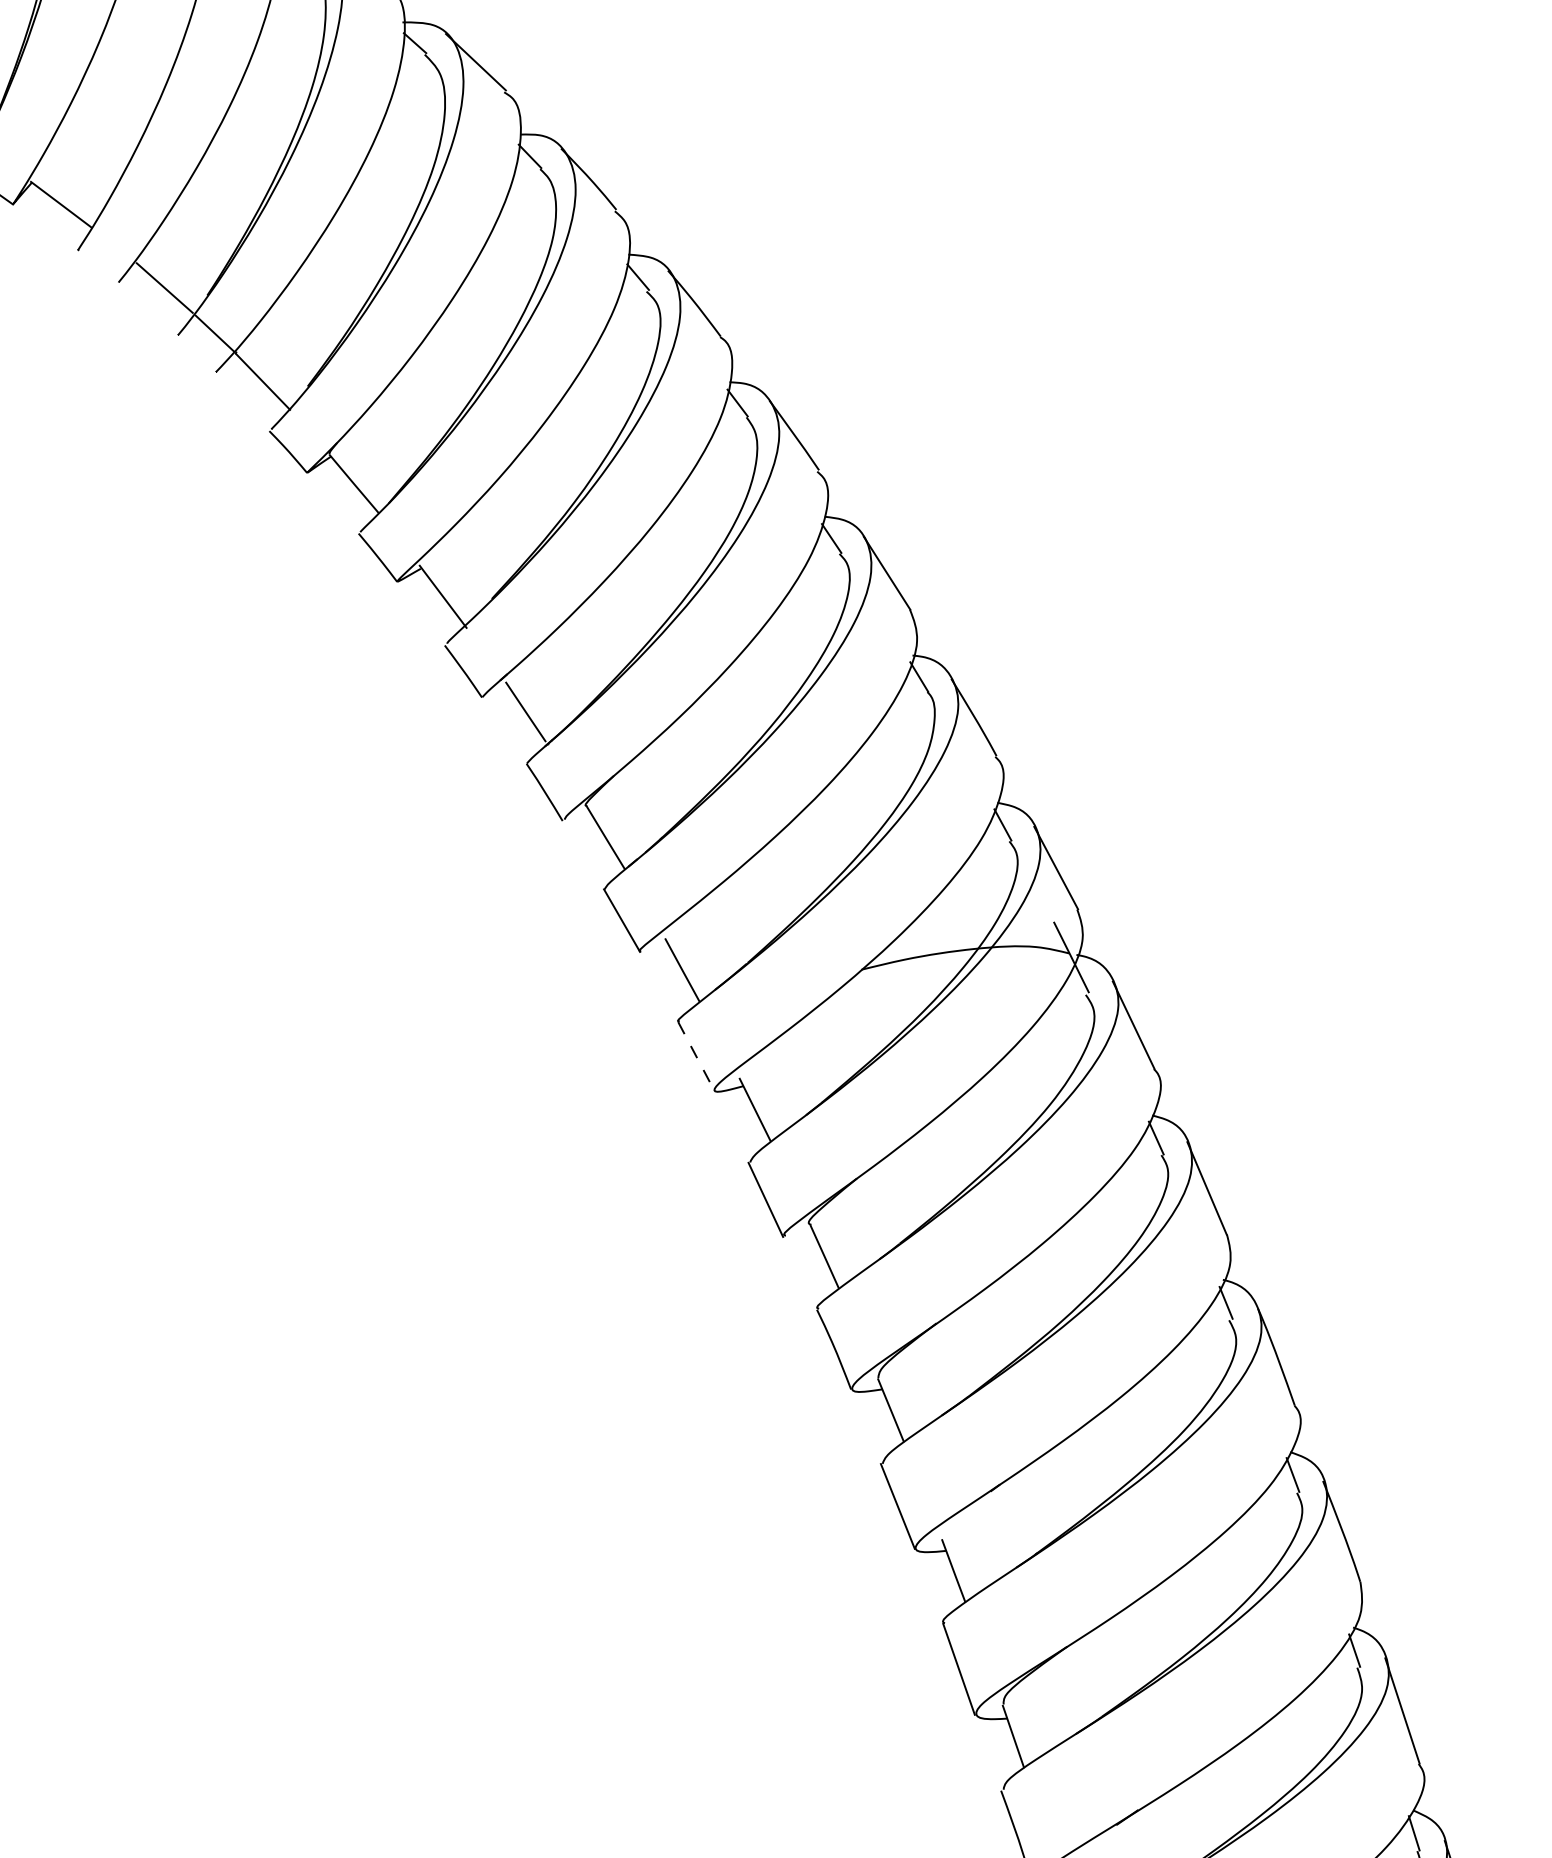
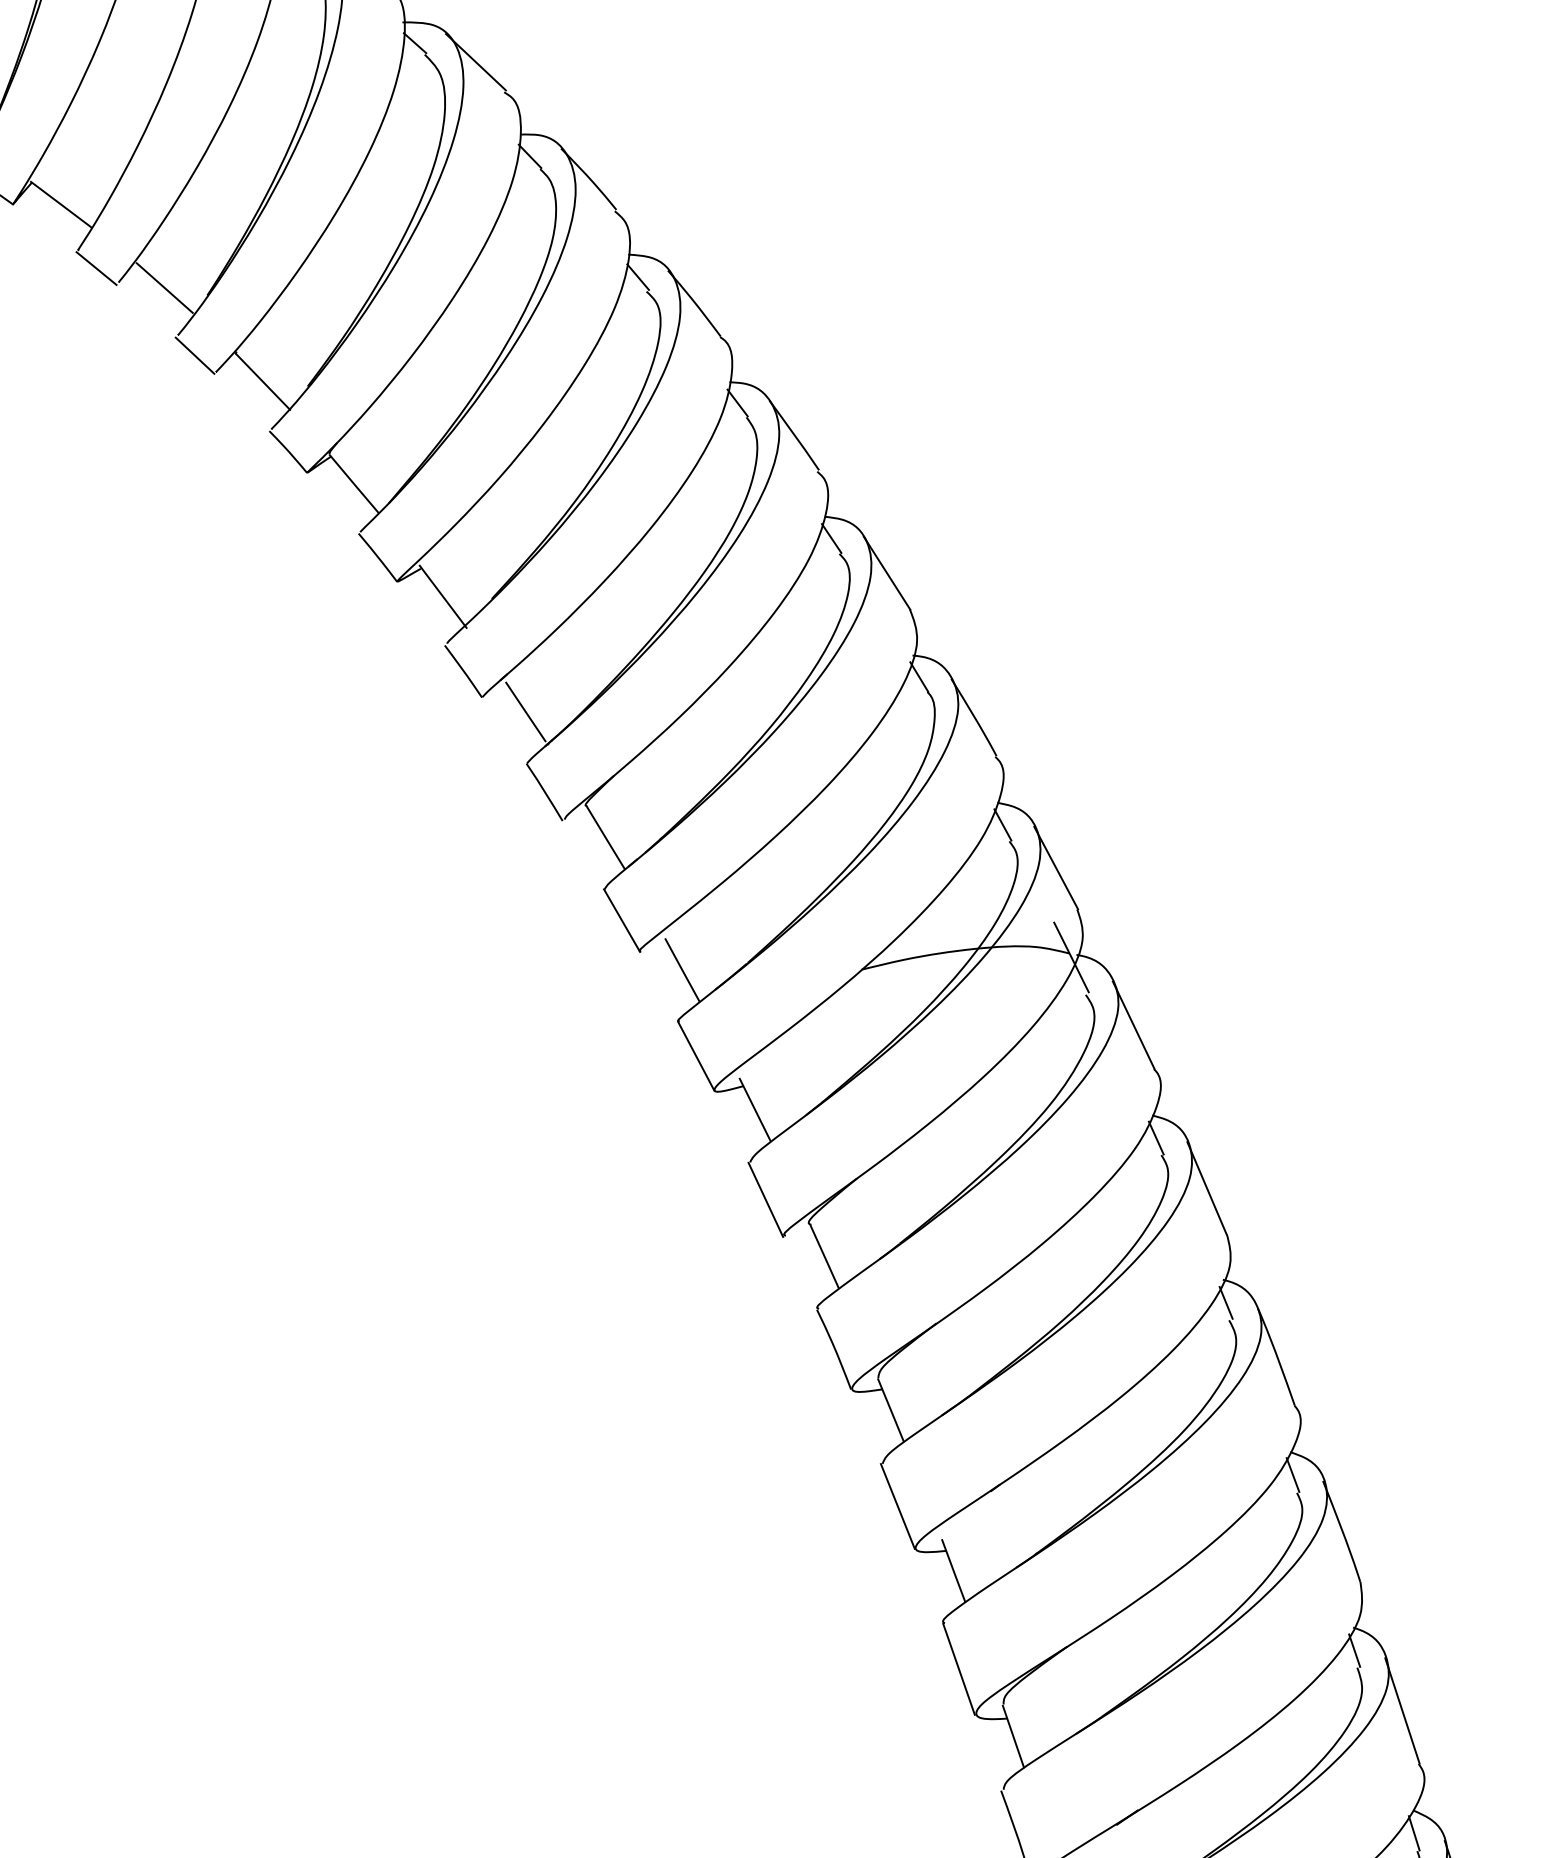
line at (96, 268): none -> present
line at (214, 333) position: (214, 333) -> (194, 355)
line at (696, 1056): dashed -> solid
